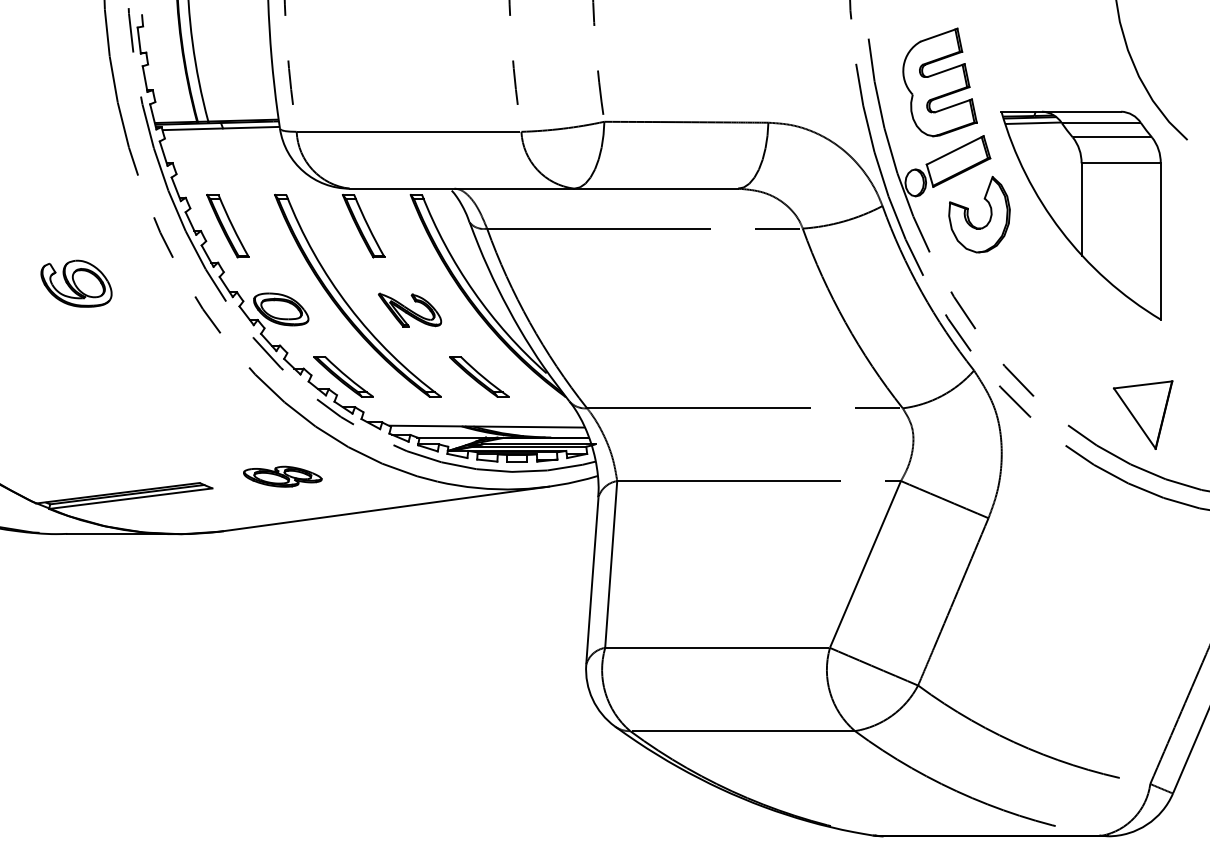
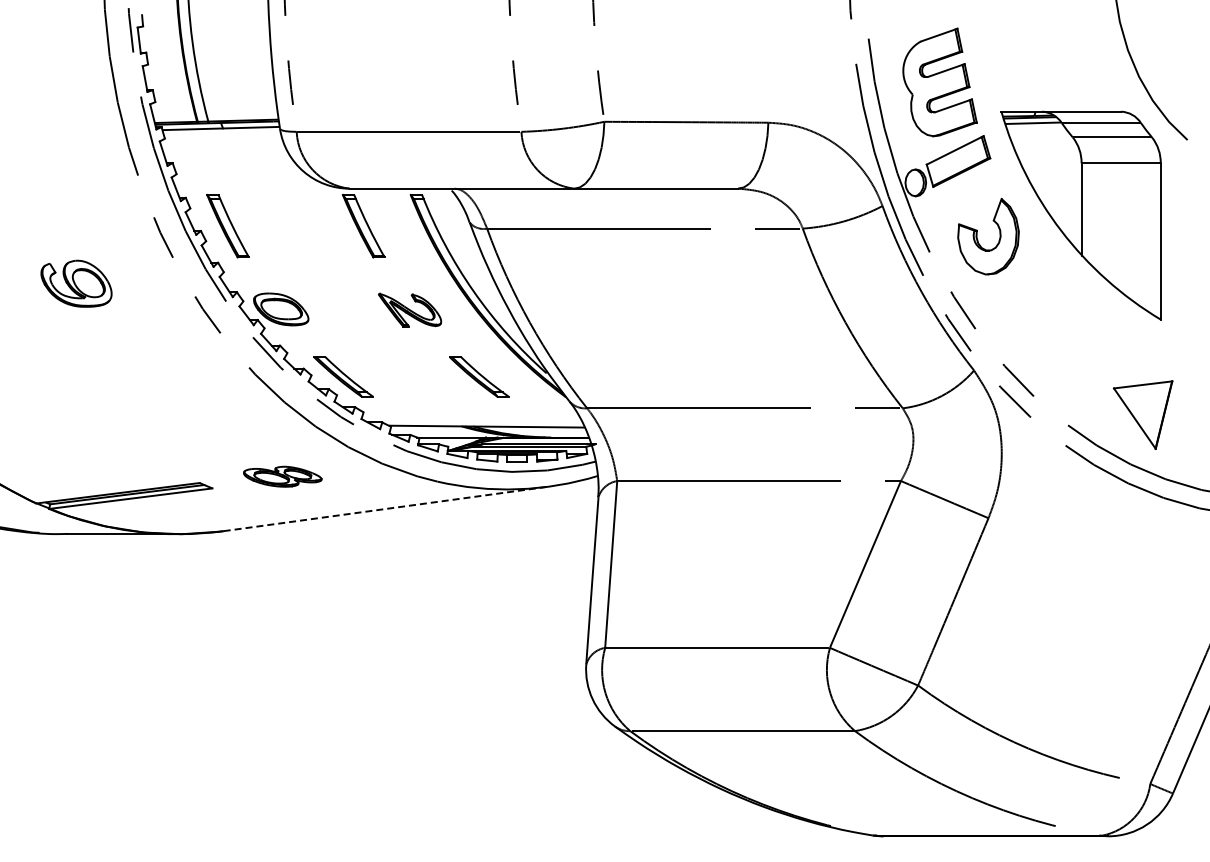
part at (969, 217) position: (969, 217) -> (978, 239)
part at (347, 302): present -> none
line at (386, 508): solid -> dashed
